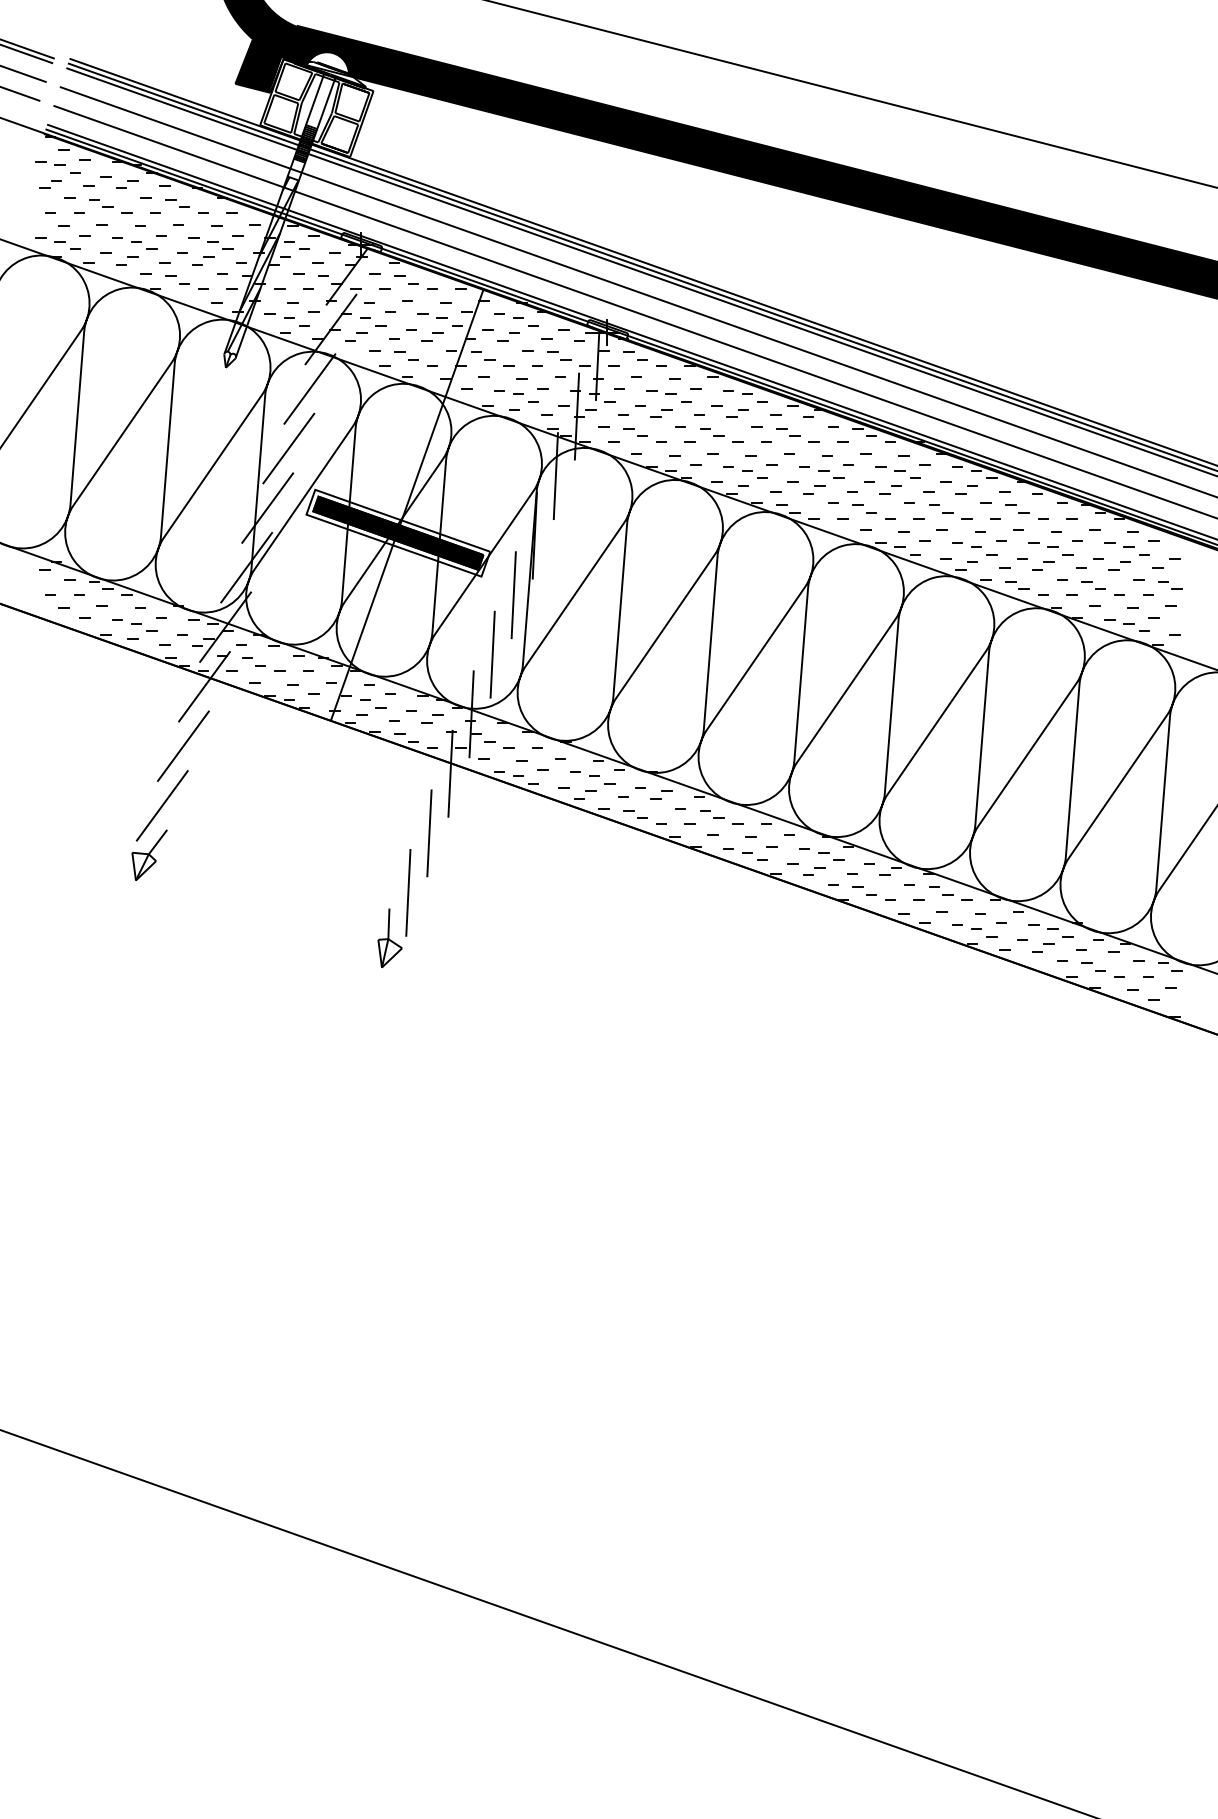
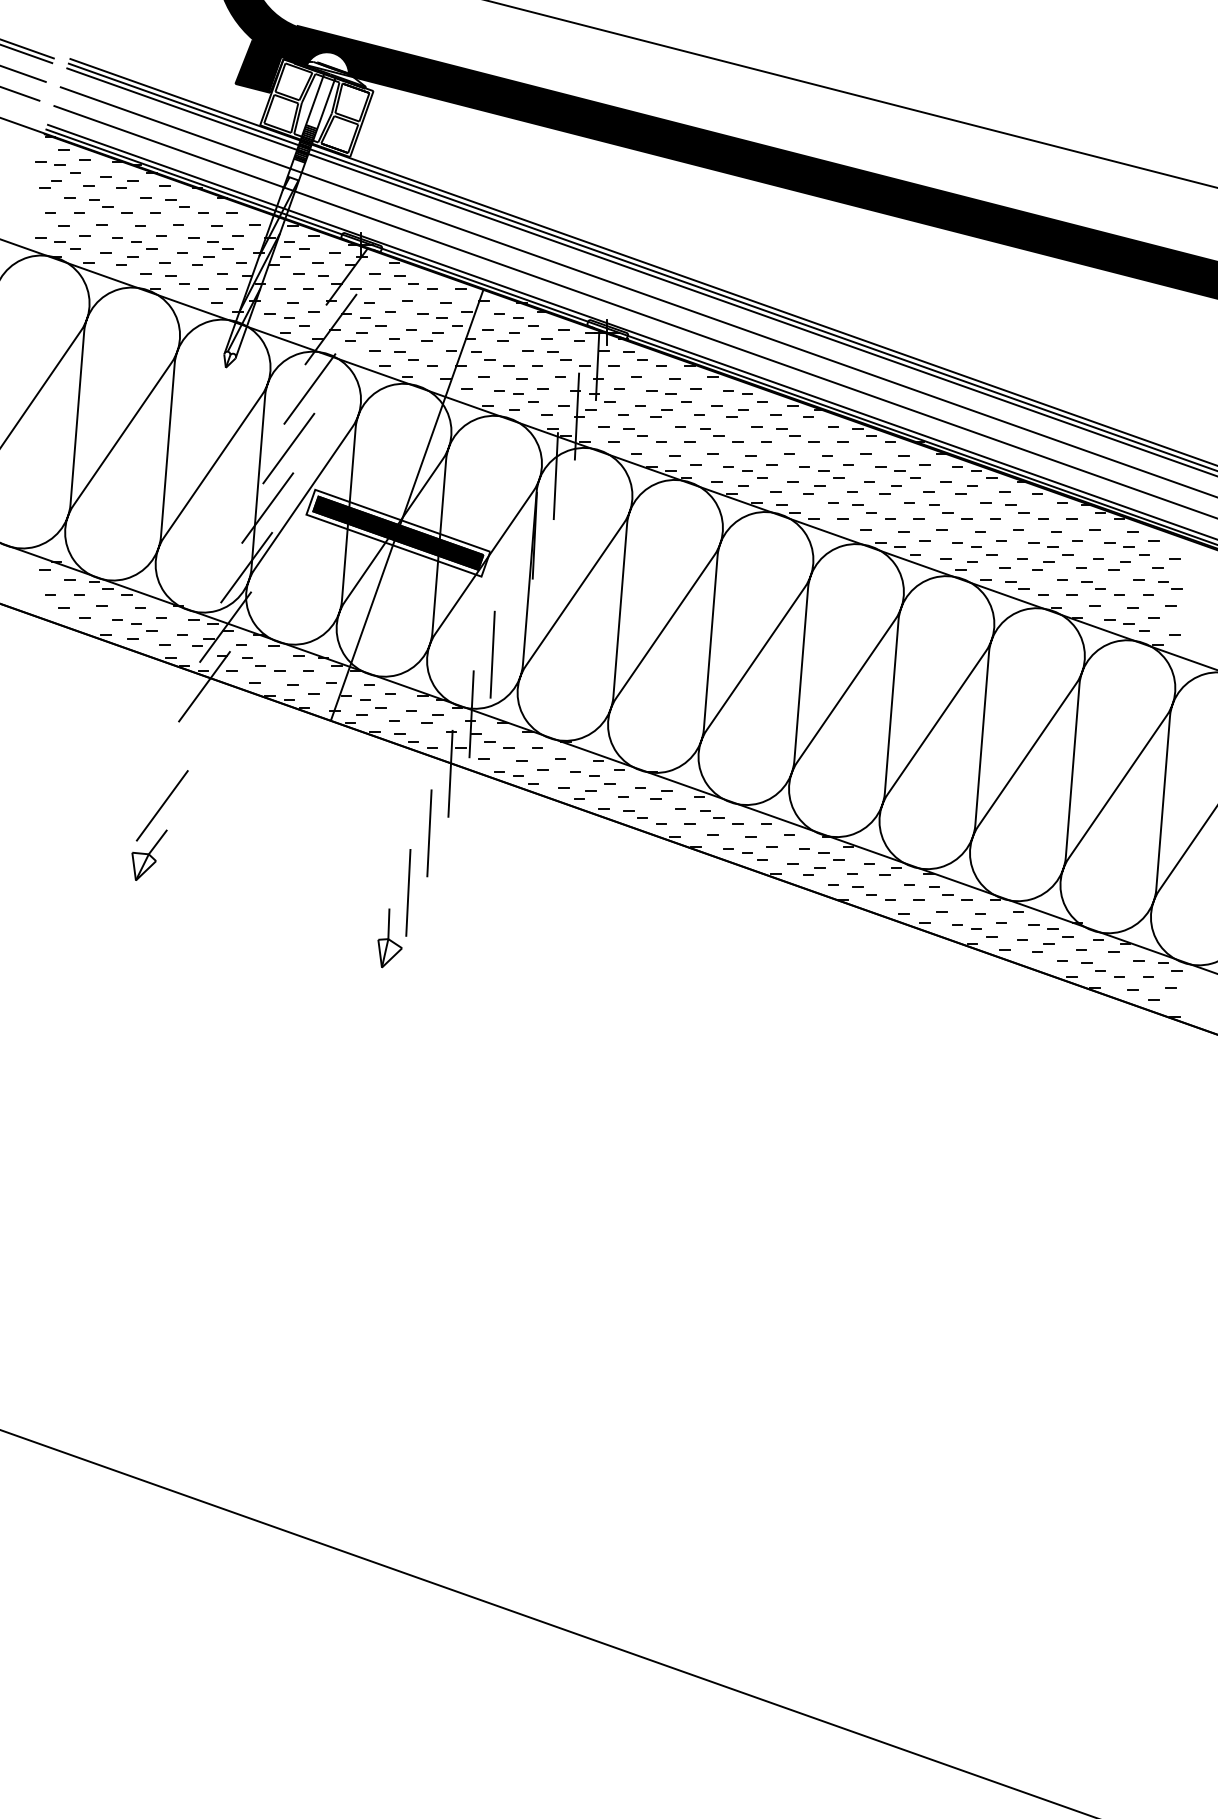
line at (513, 594): present -> none
line at (183, 745): present -> none
